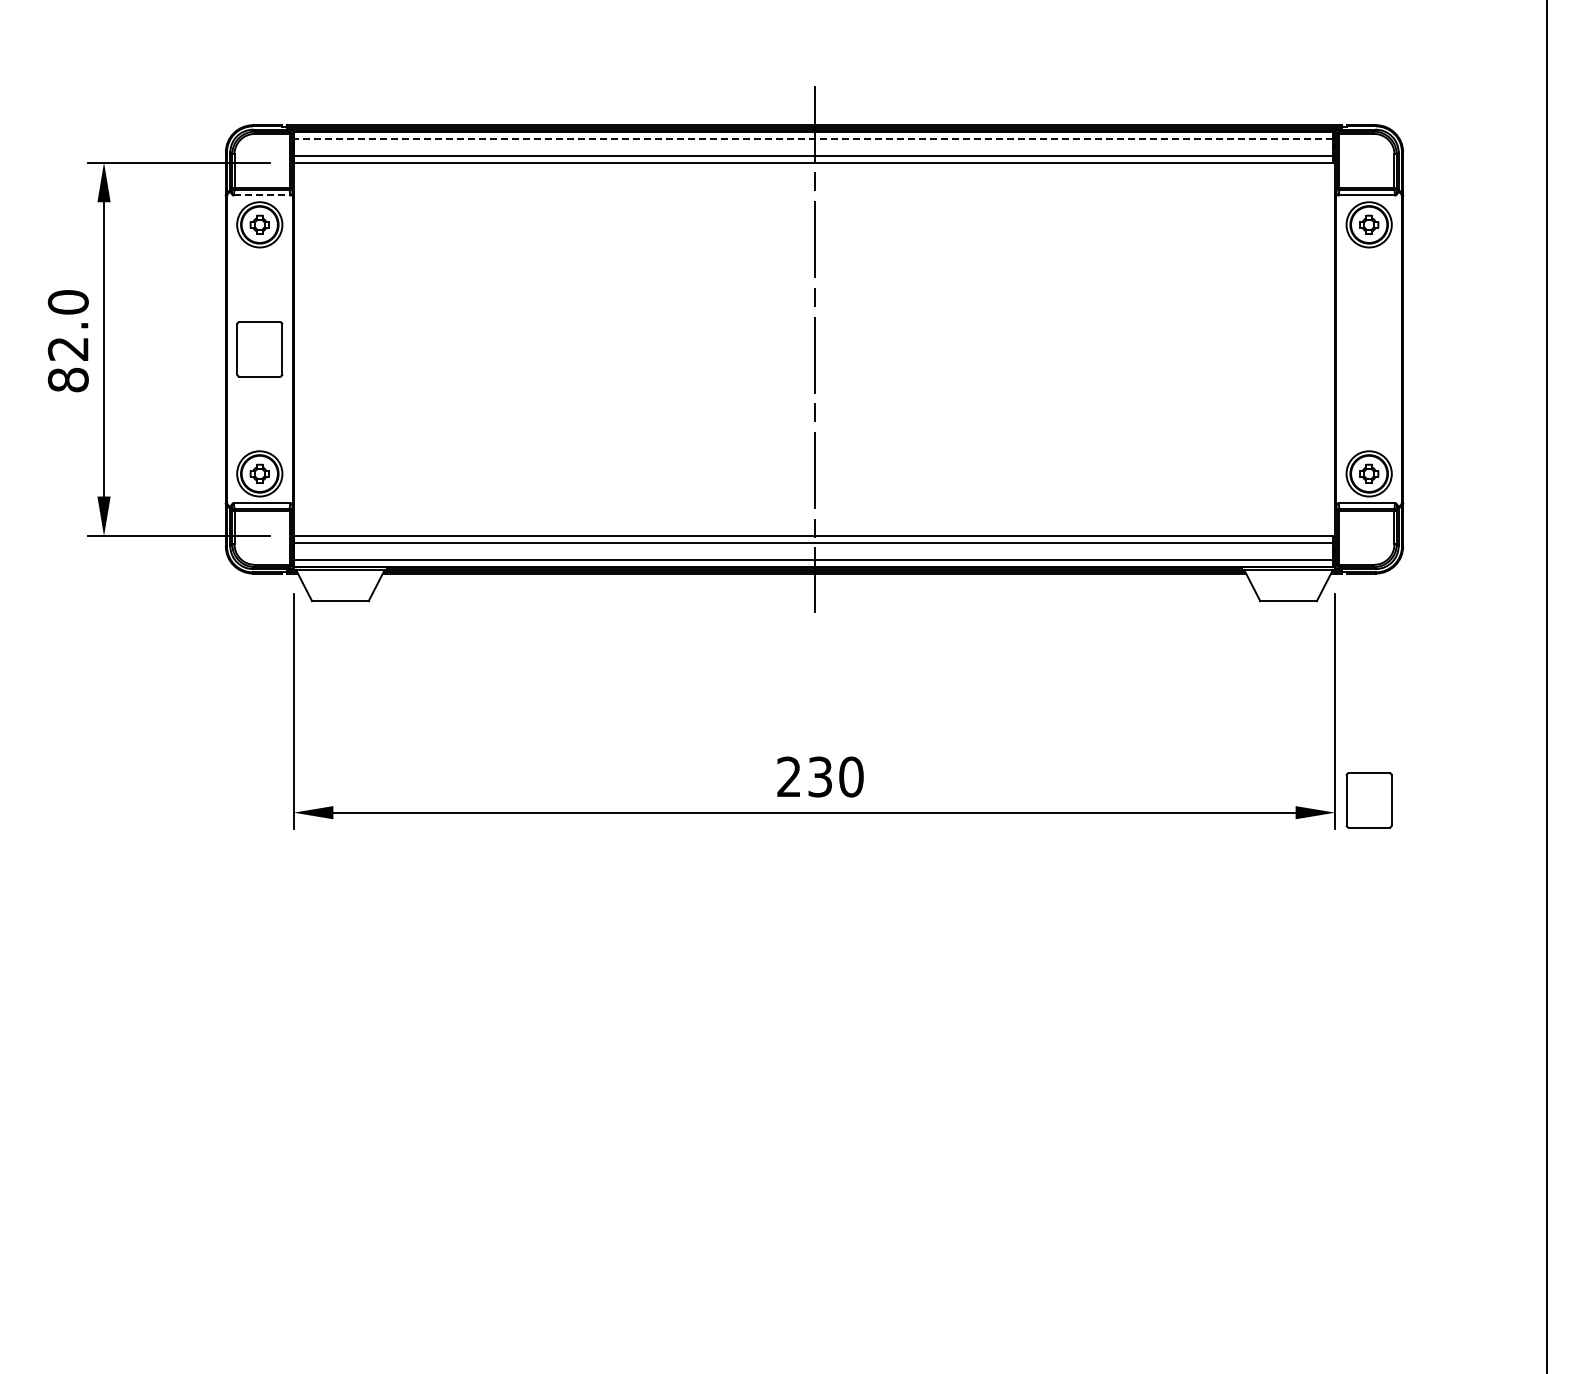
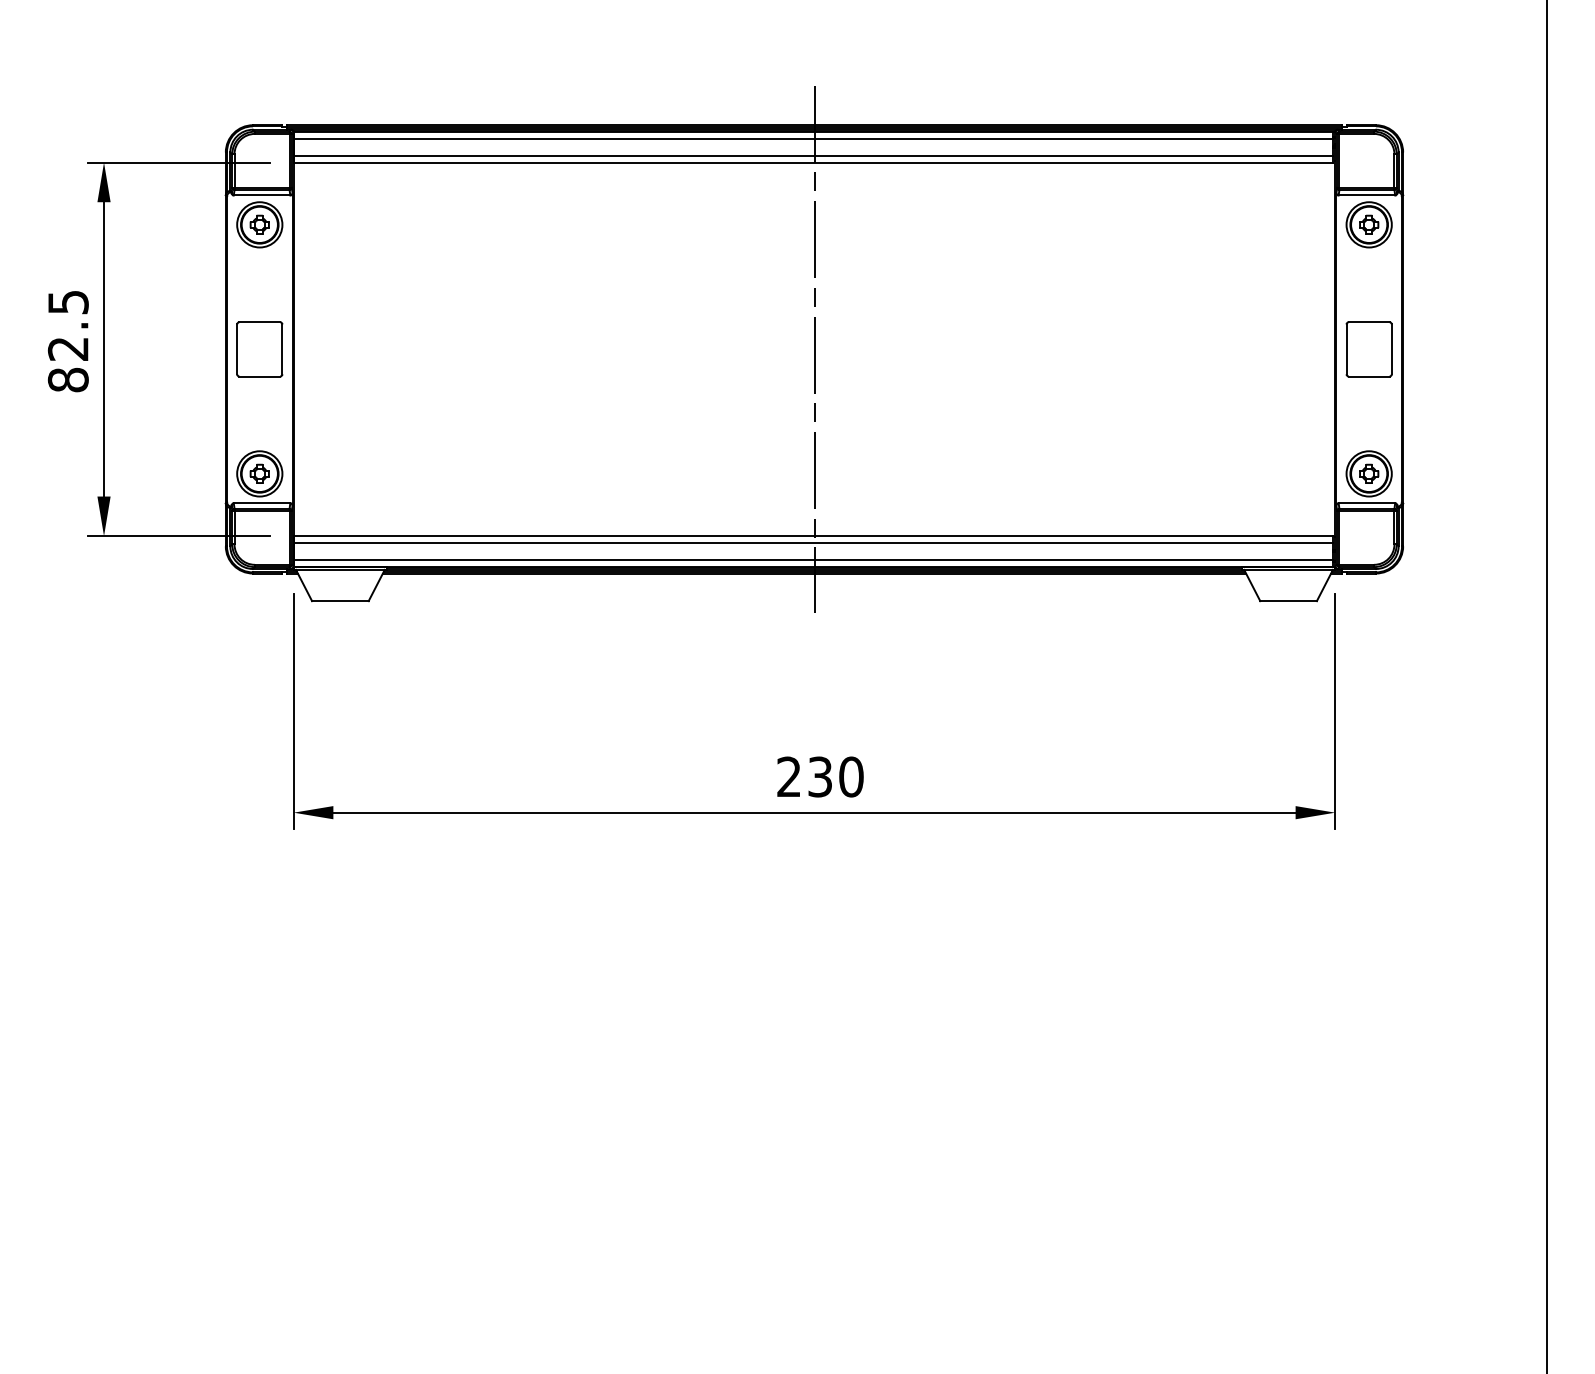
line at (813, 138): dashed -> solid
line at (262, 195): dashed -> solid
text at (67, 302): 82.0 -> 82.5
part at (1368, 800) position: (1368, 800) -> (1368, 349)
